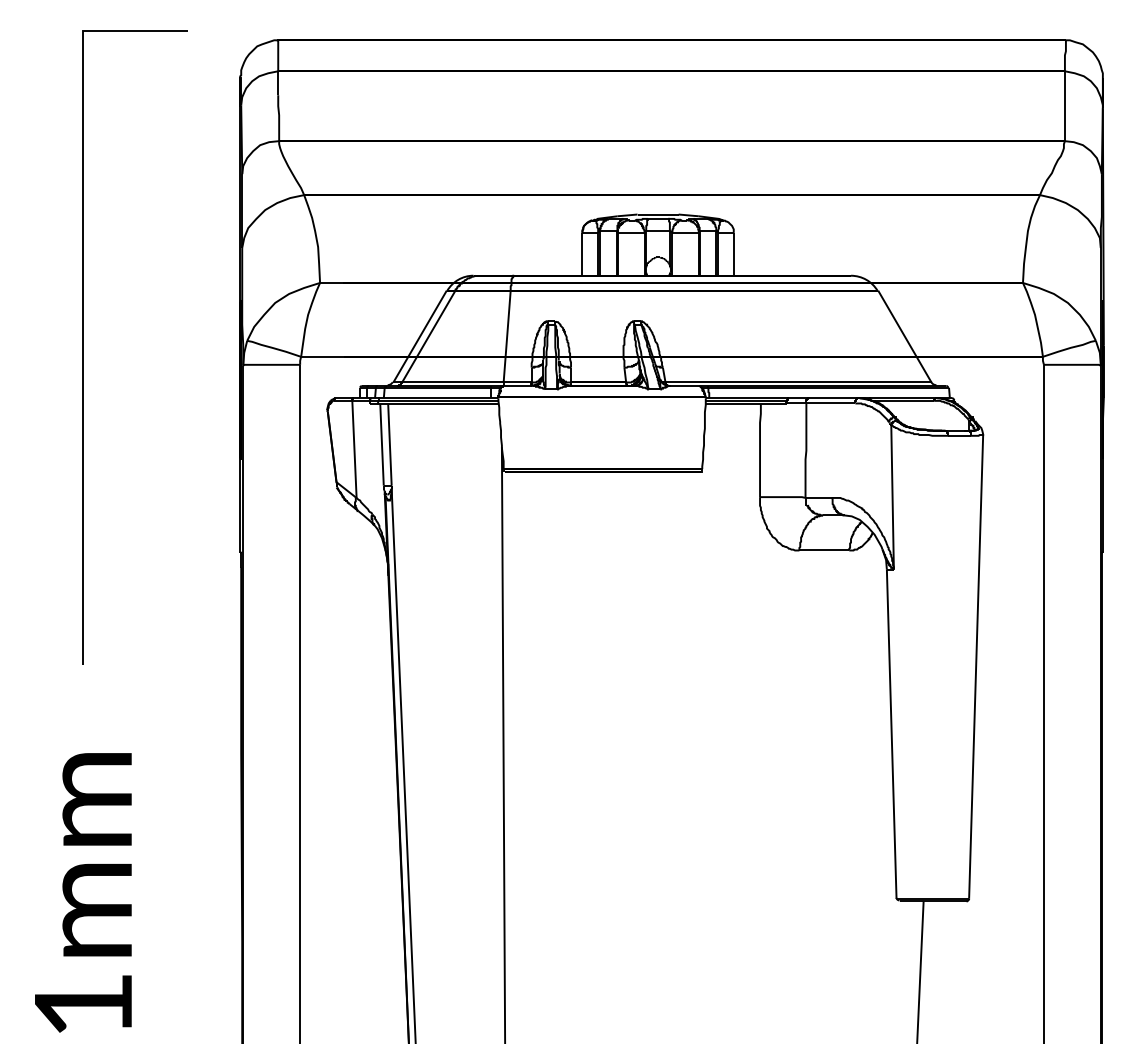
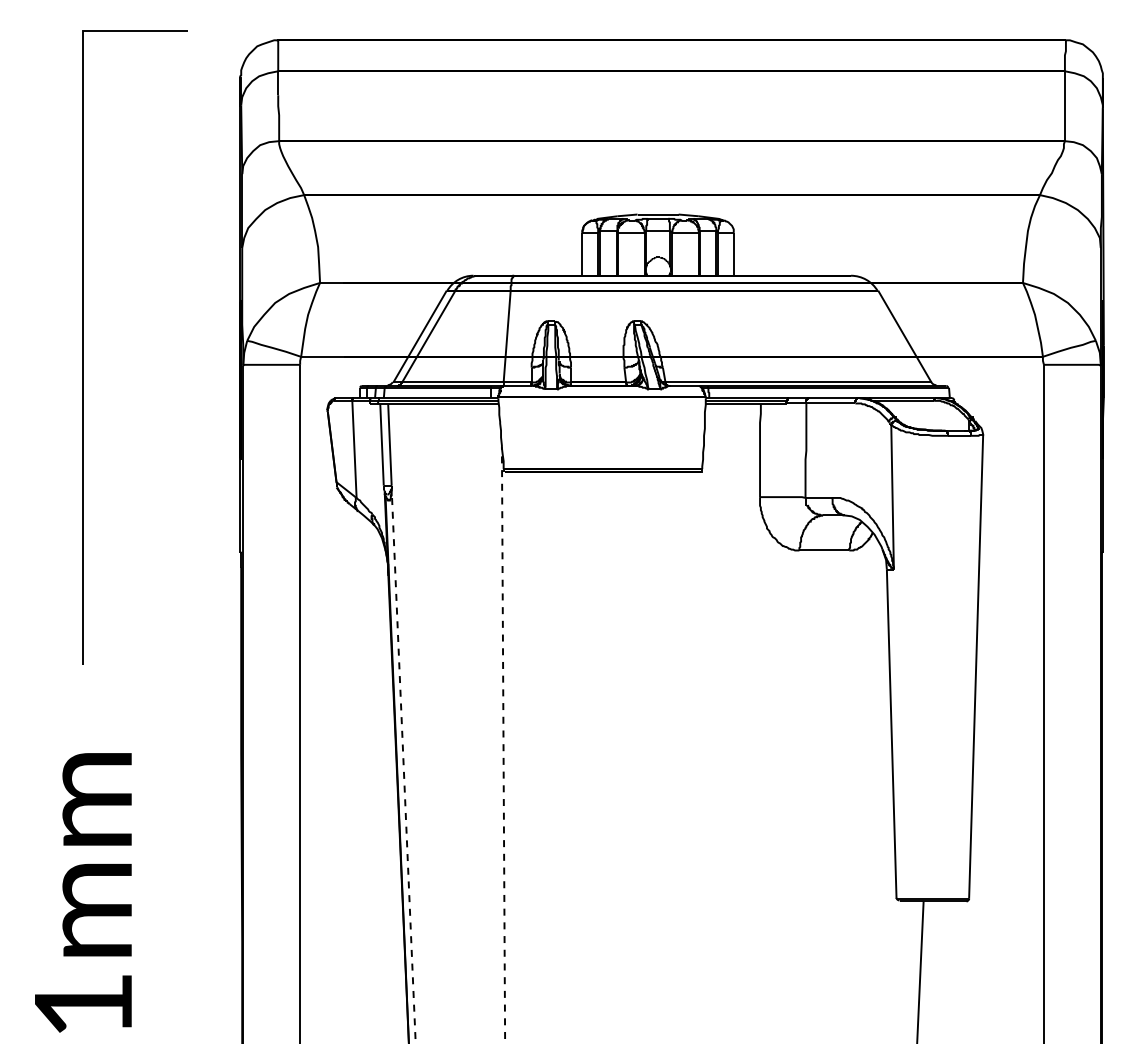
line at (503, 745): solid -> dashed
line at (403, 766): solid -> dashed
